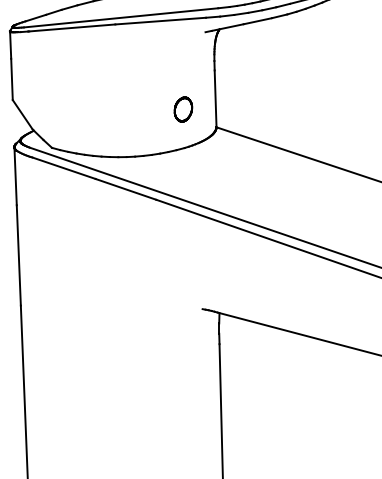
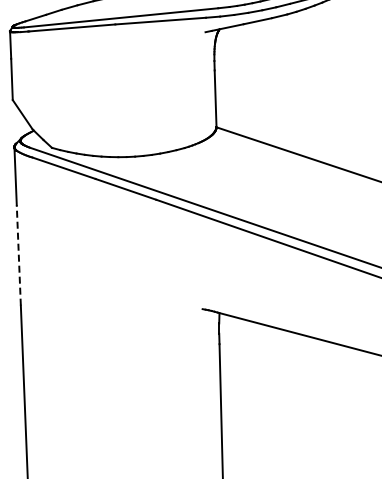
part at (183, 109): present -> none
line at (18, 254): solid -> dashed
